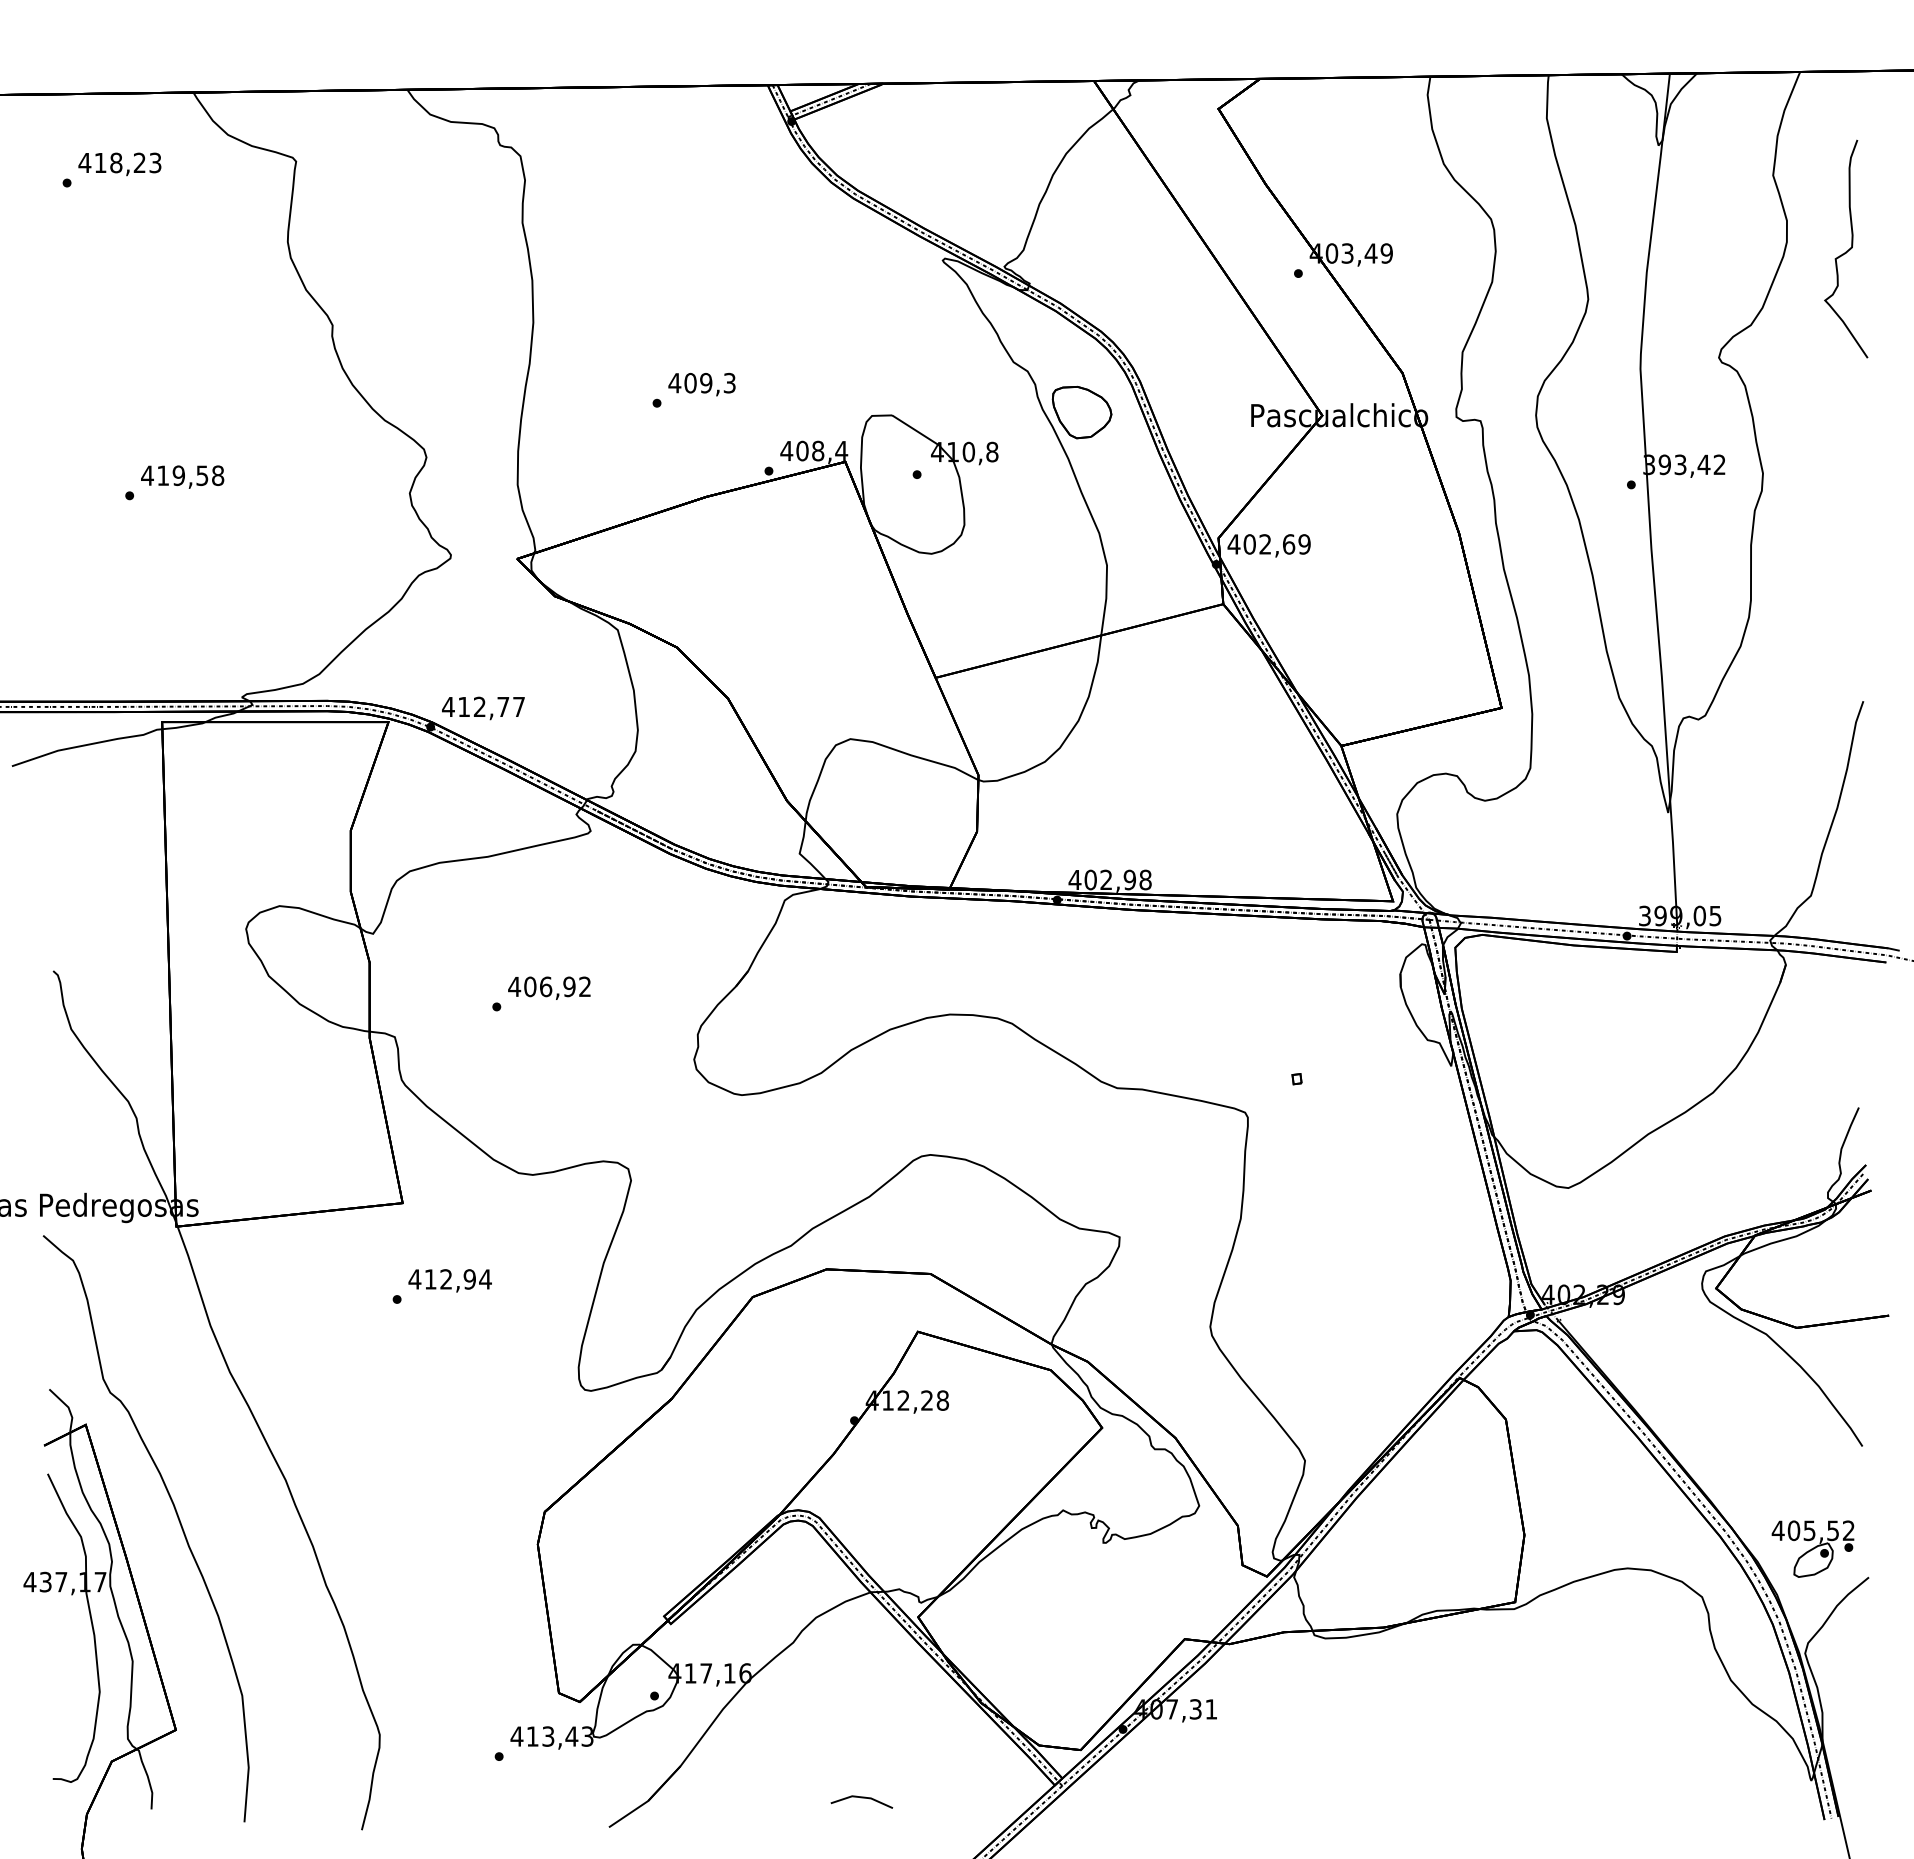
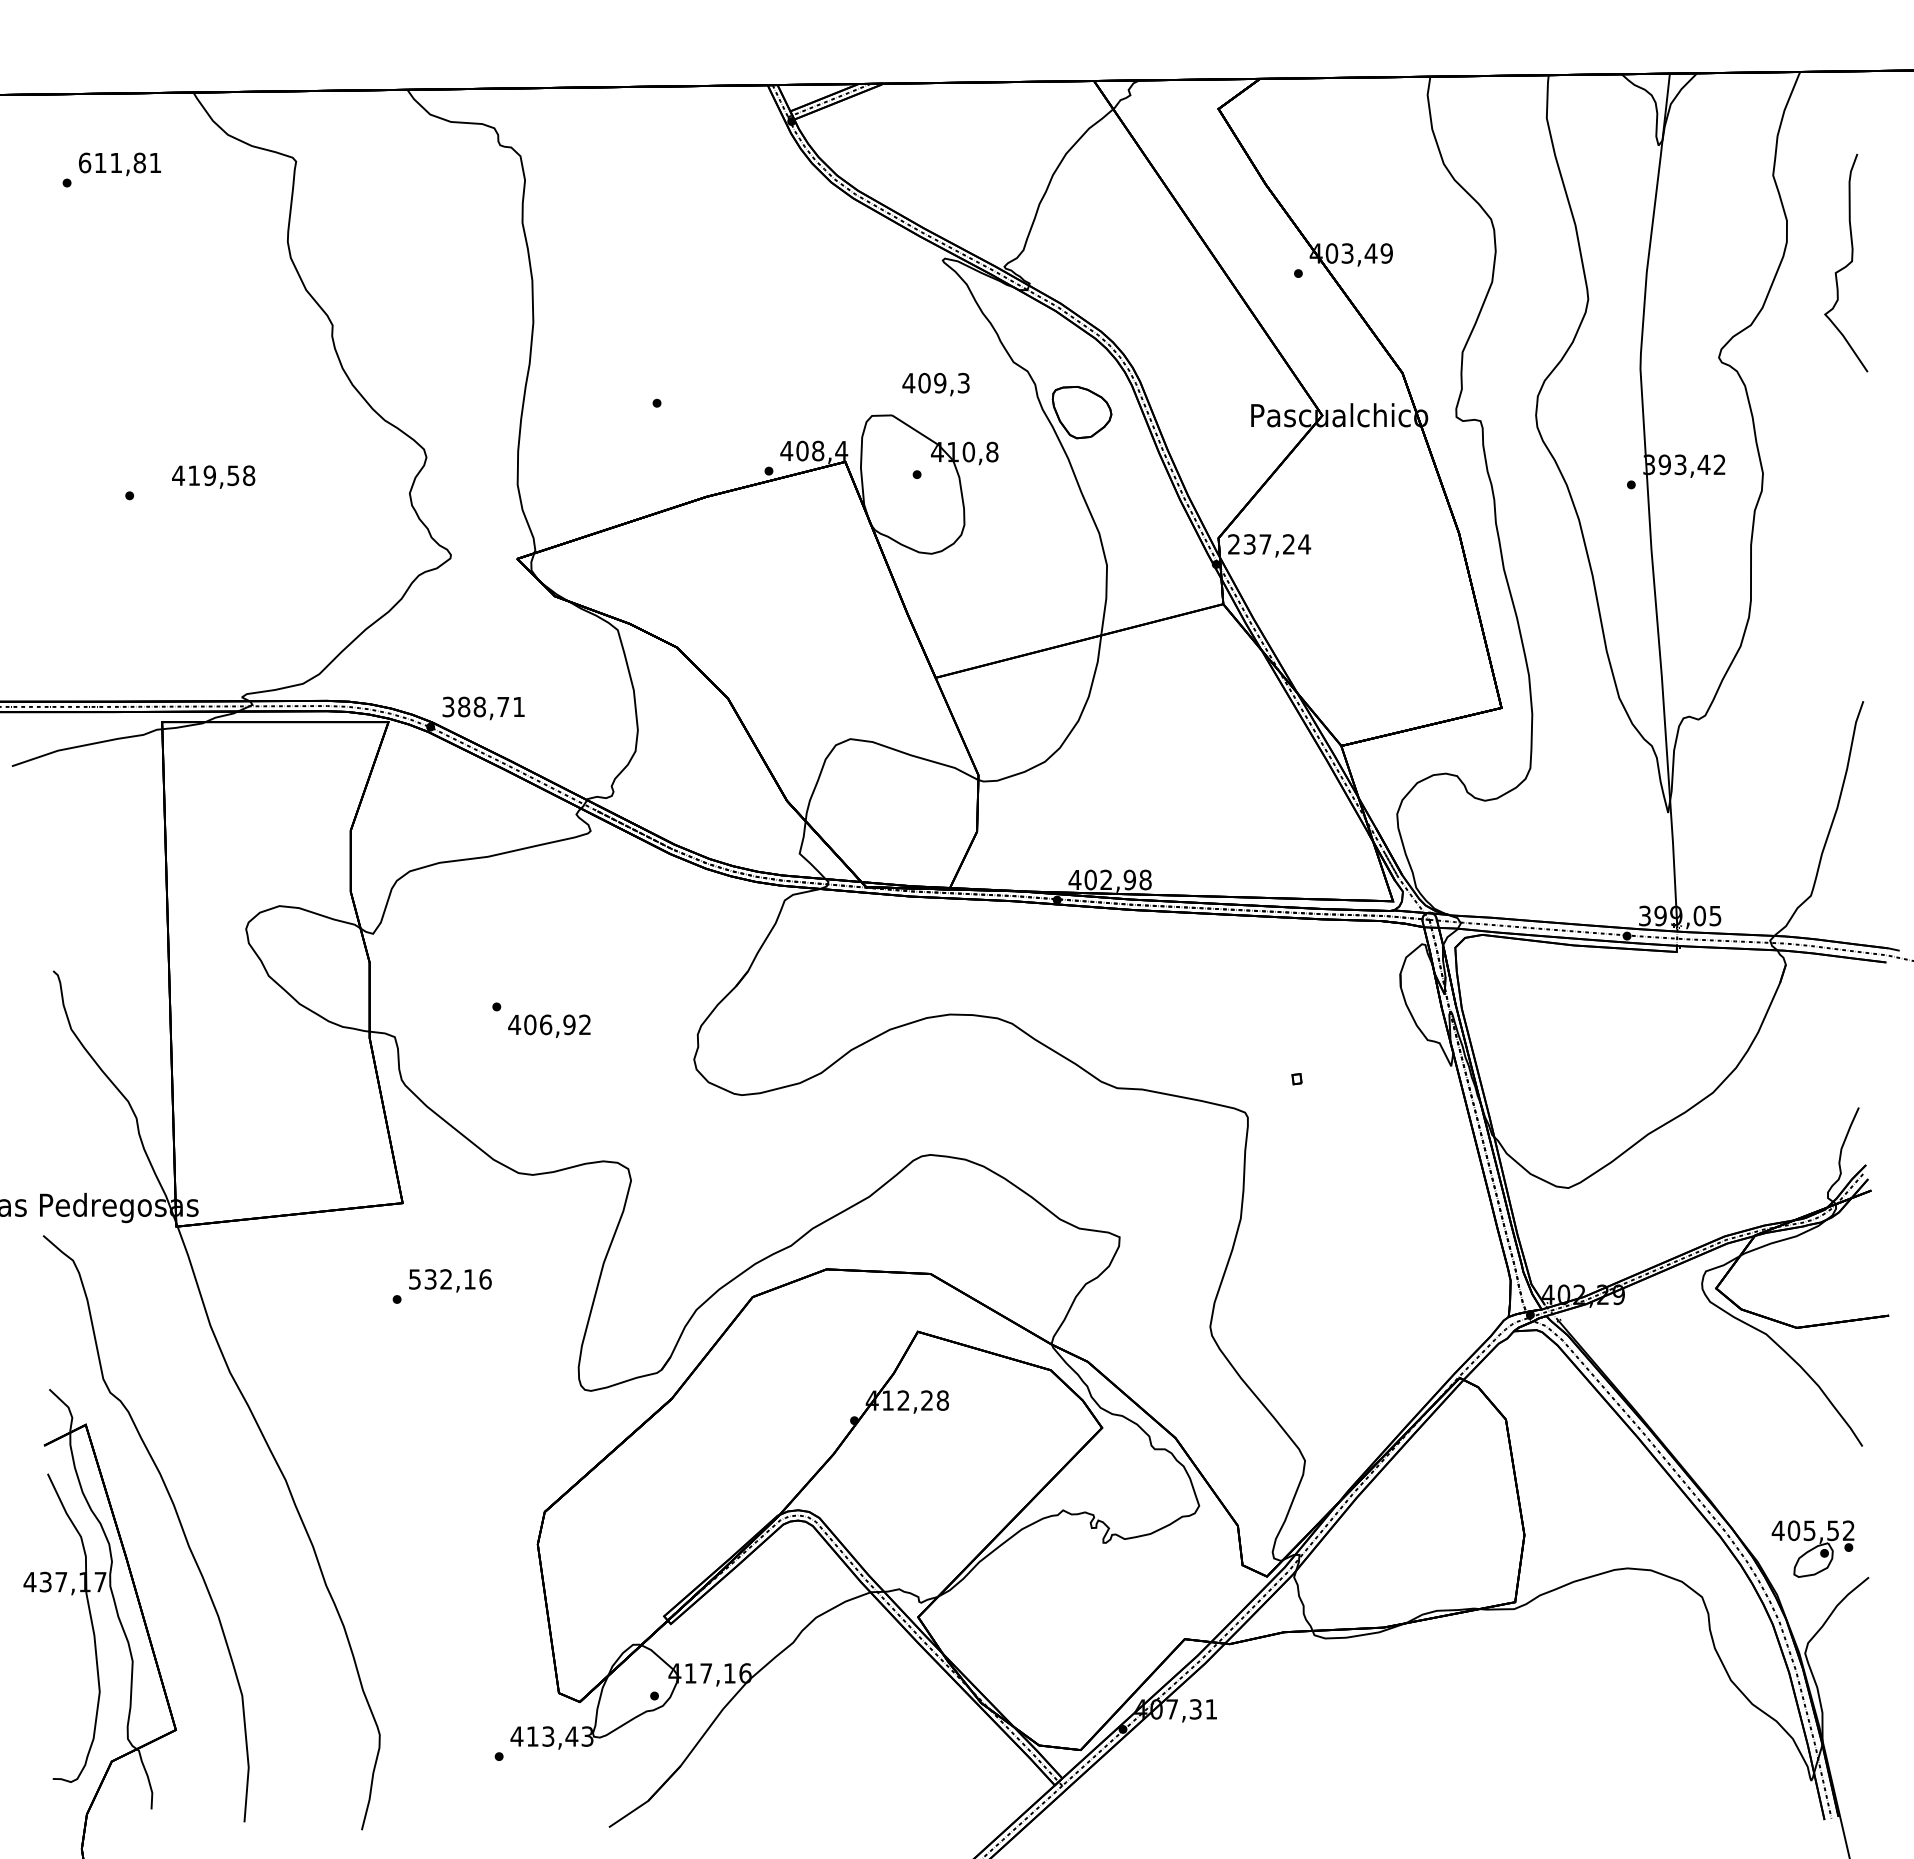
text at (119, 162): 418,23 -> 611,81
curve at (1848, 249) position: (1848, 249) -> (1848, 263)
text at (701, 384) position: (701, 384) -> (935, 384)
text at (182, 476) position: (182, 476) -> (213, 476)
text at (1269, 544): 402,69 -> 237,24
text at (483, 706): 412,77 -> 388,71
text at (549, 987) position: (549, 987) -> (549, 1025)
text at (449, 1279): 412,94 -> 532,16
line at (861, 1798): present -> none
